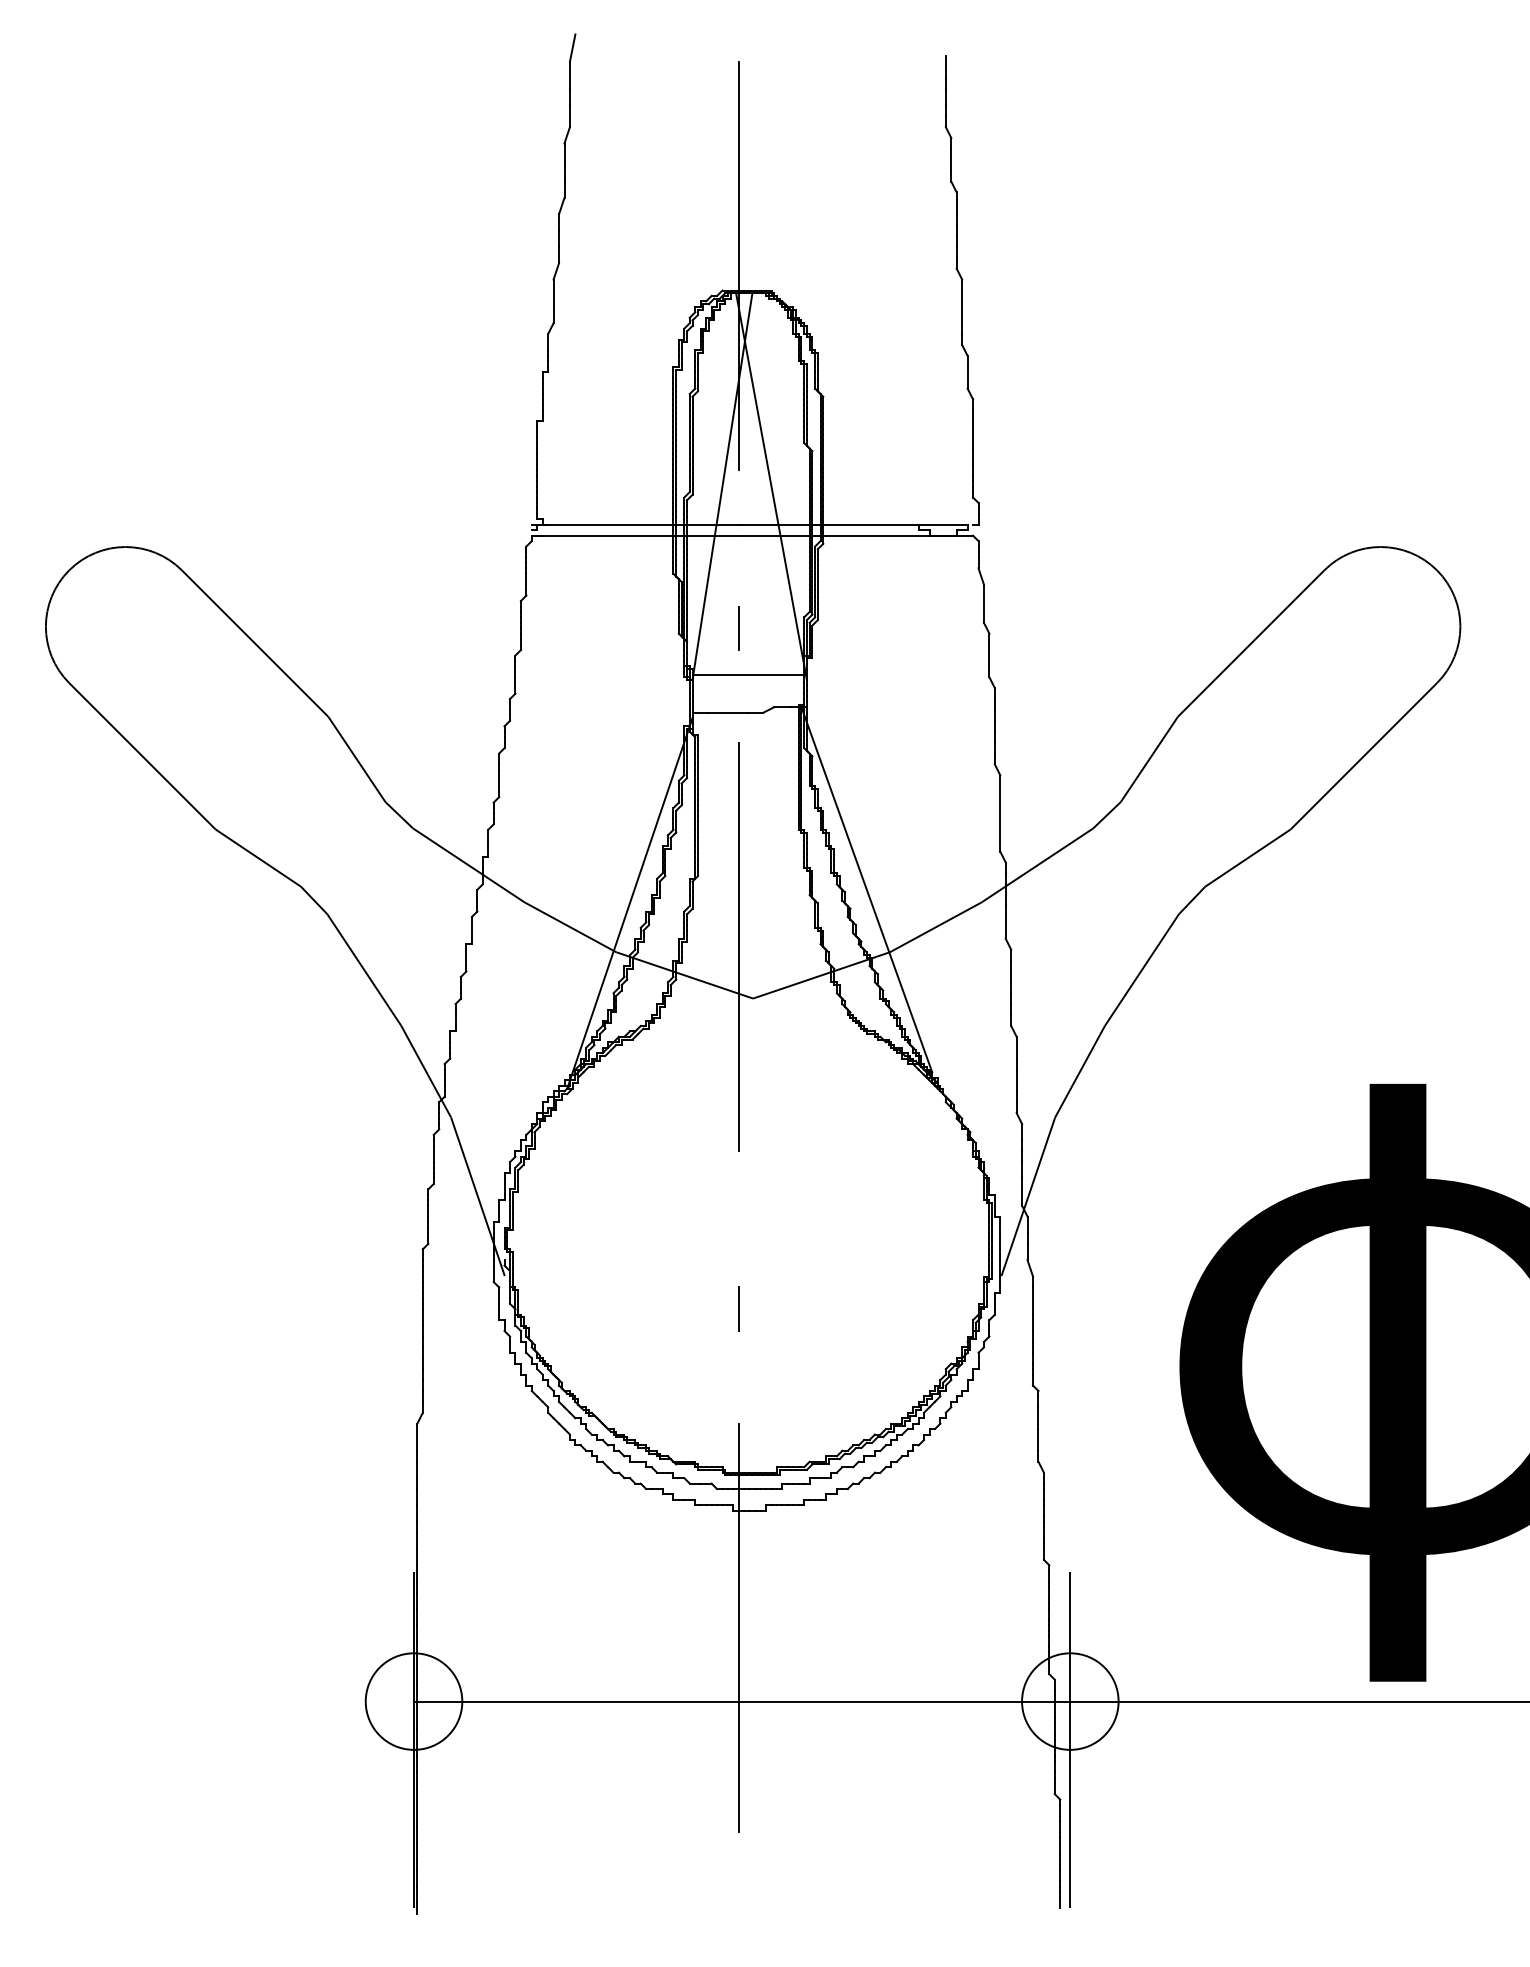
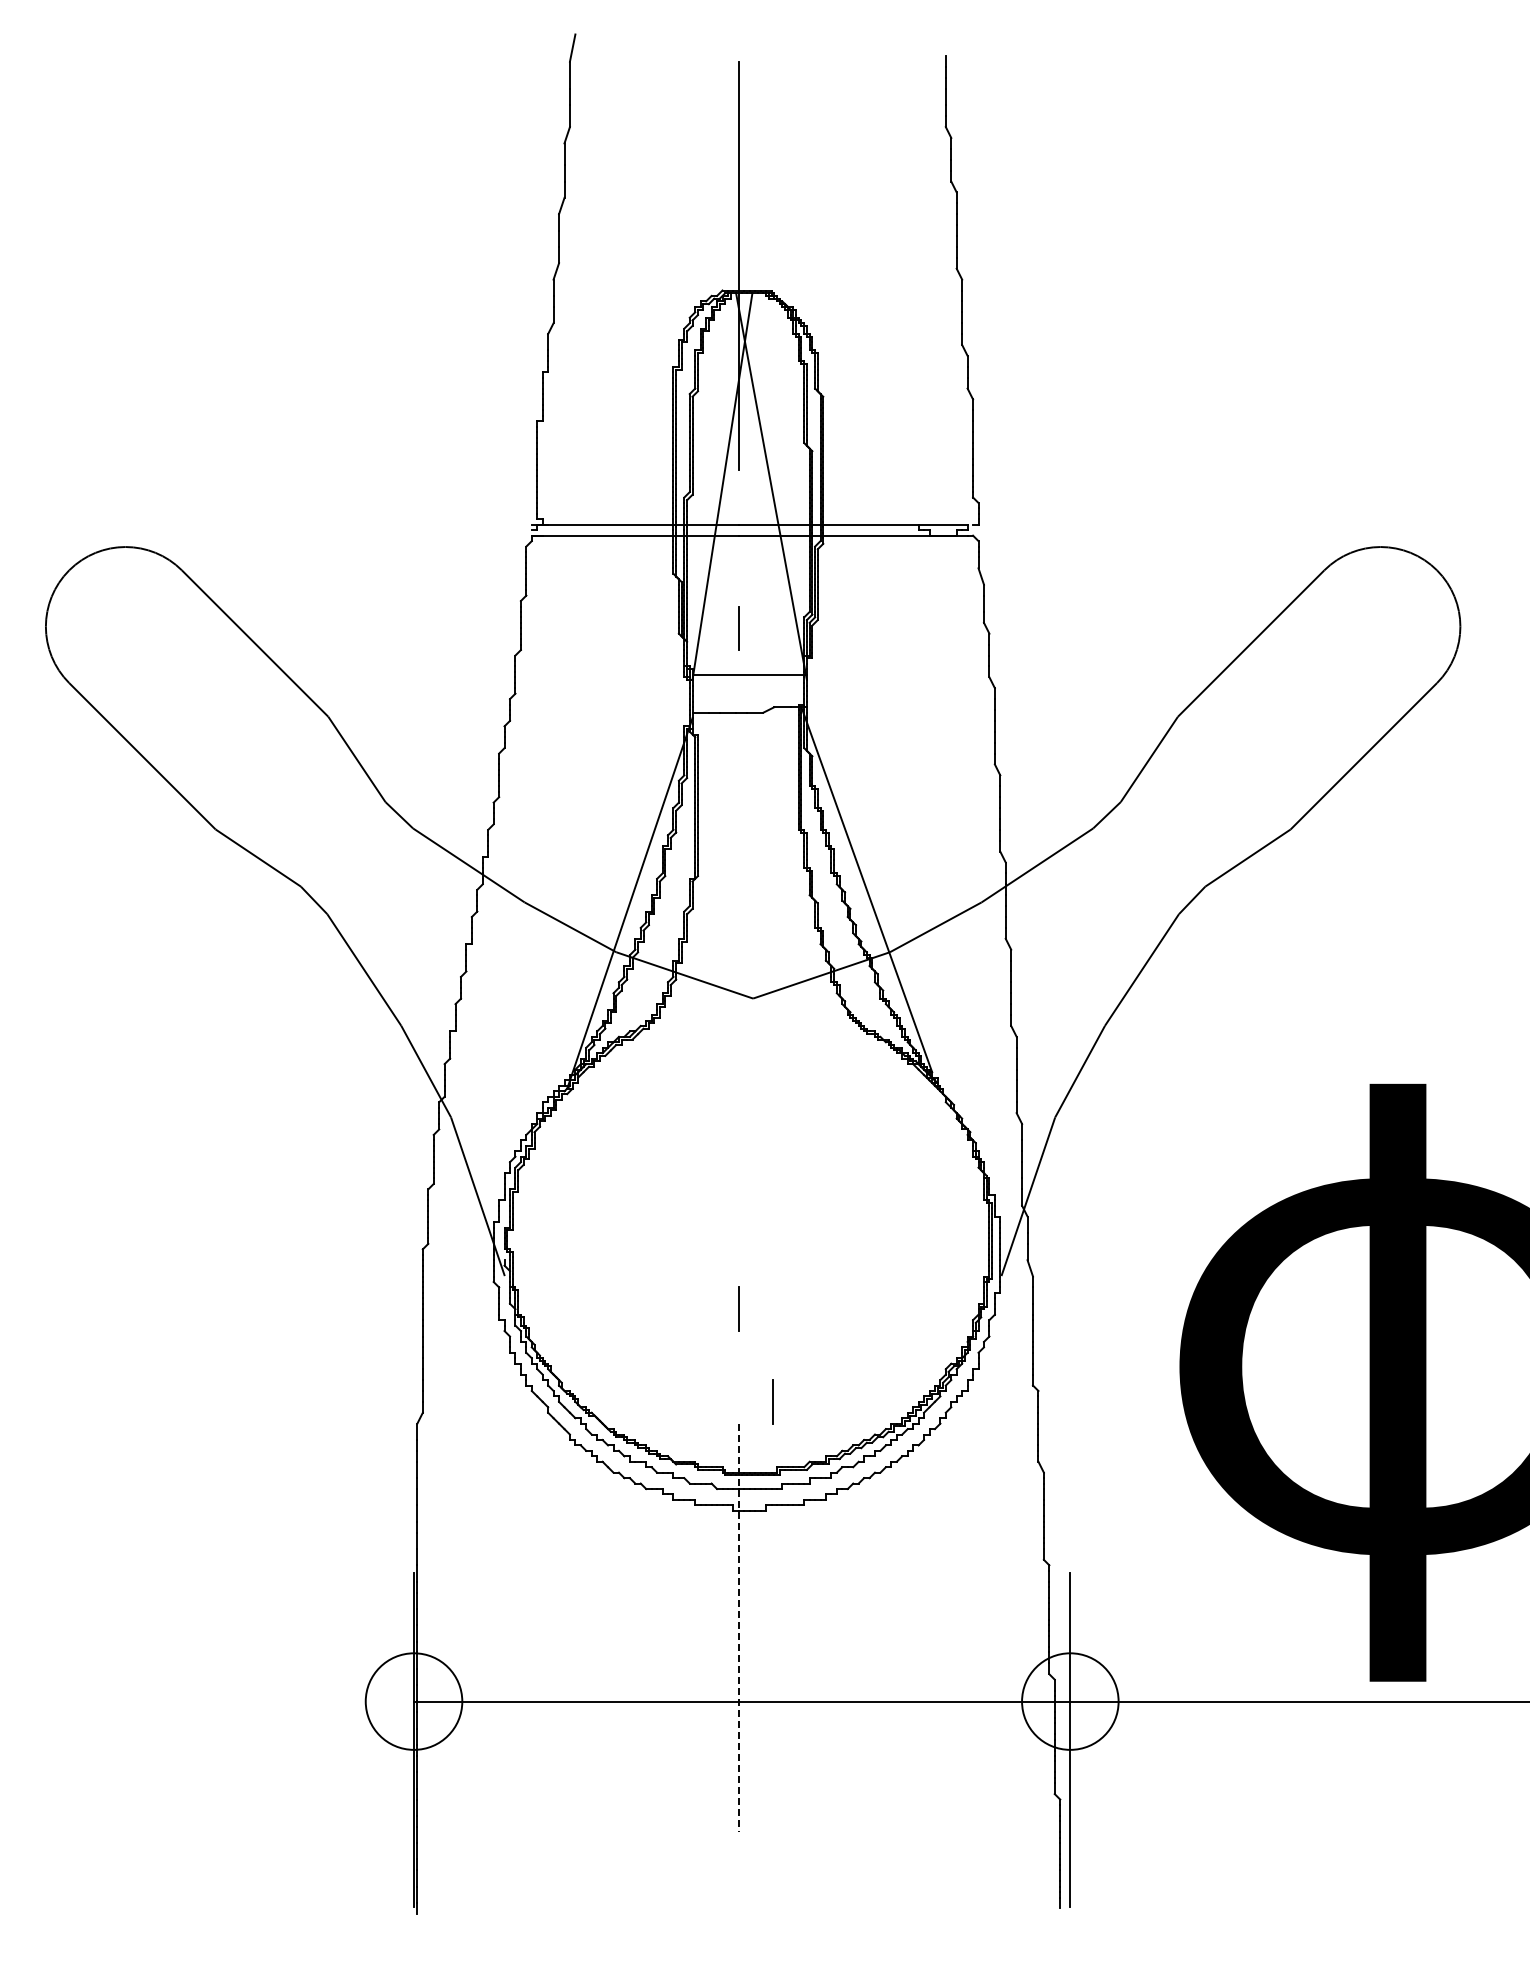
line at (738, 946): present -> none
line at (772, 1401): none -> present
line at (738, 1628): solid -> dashed
